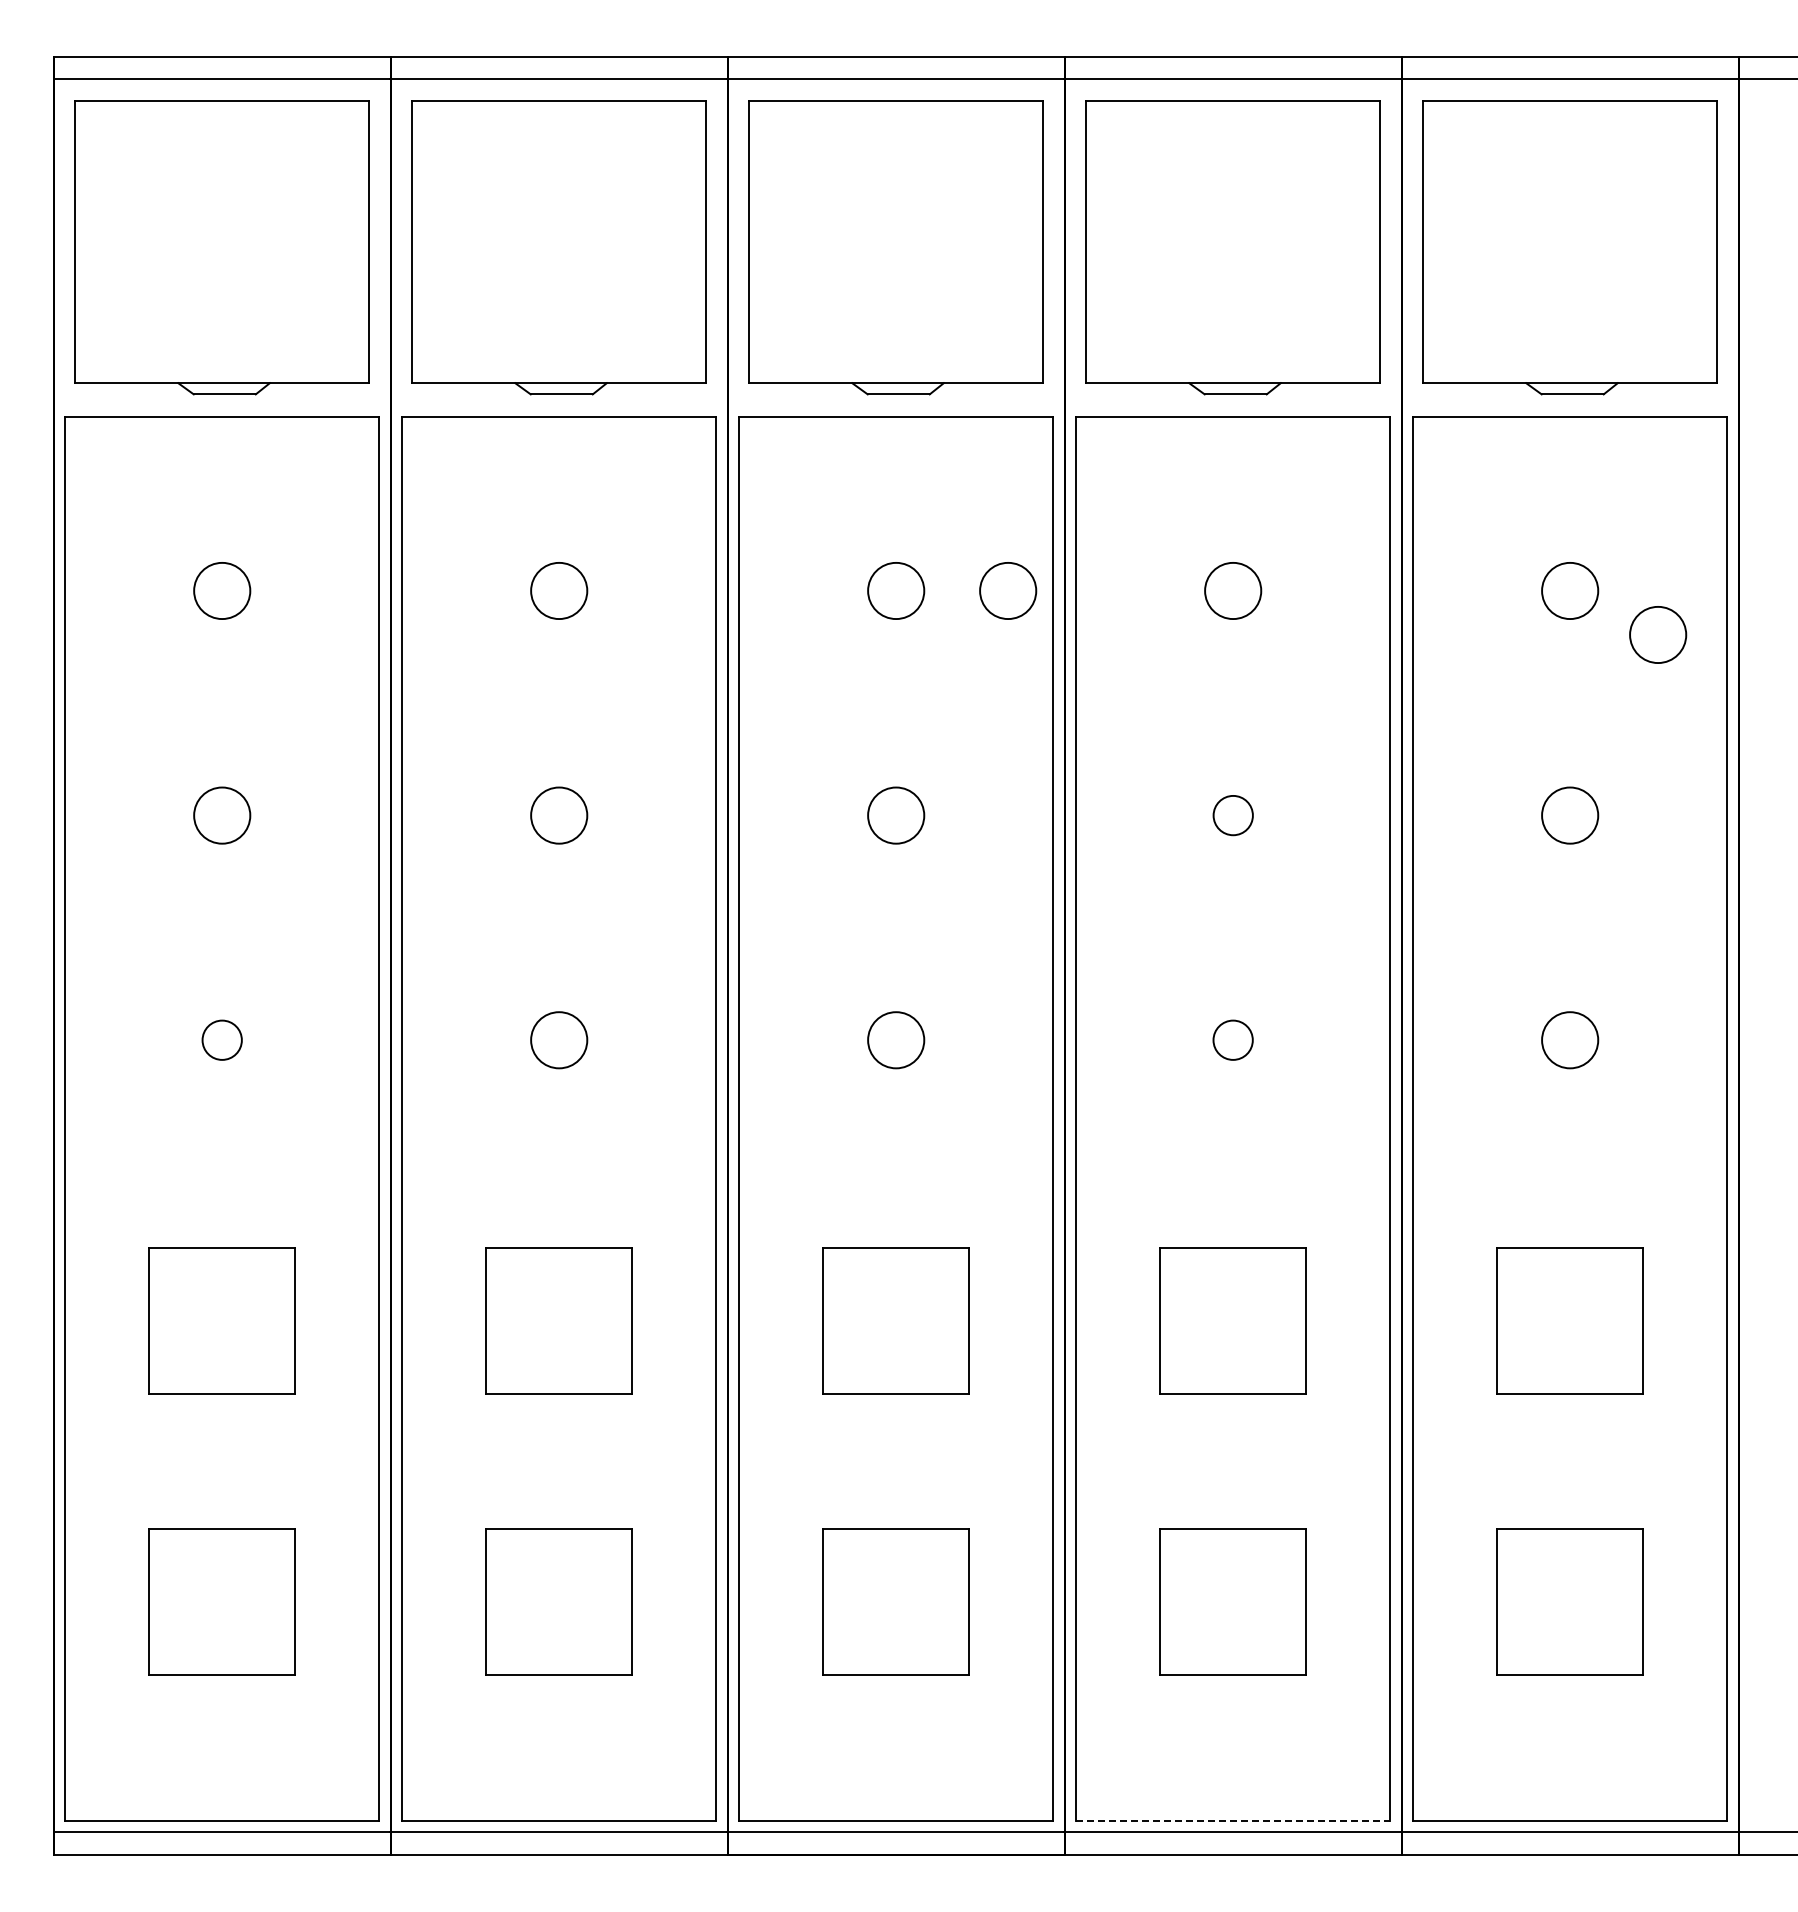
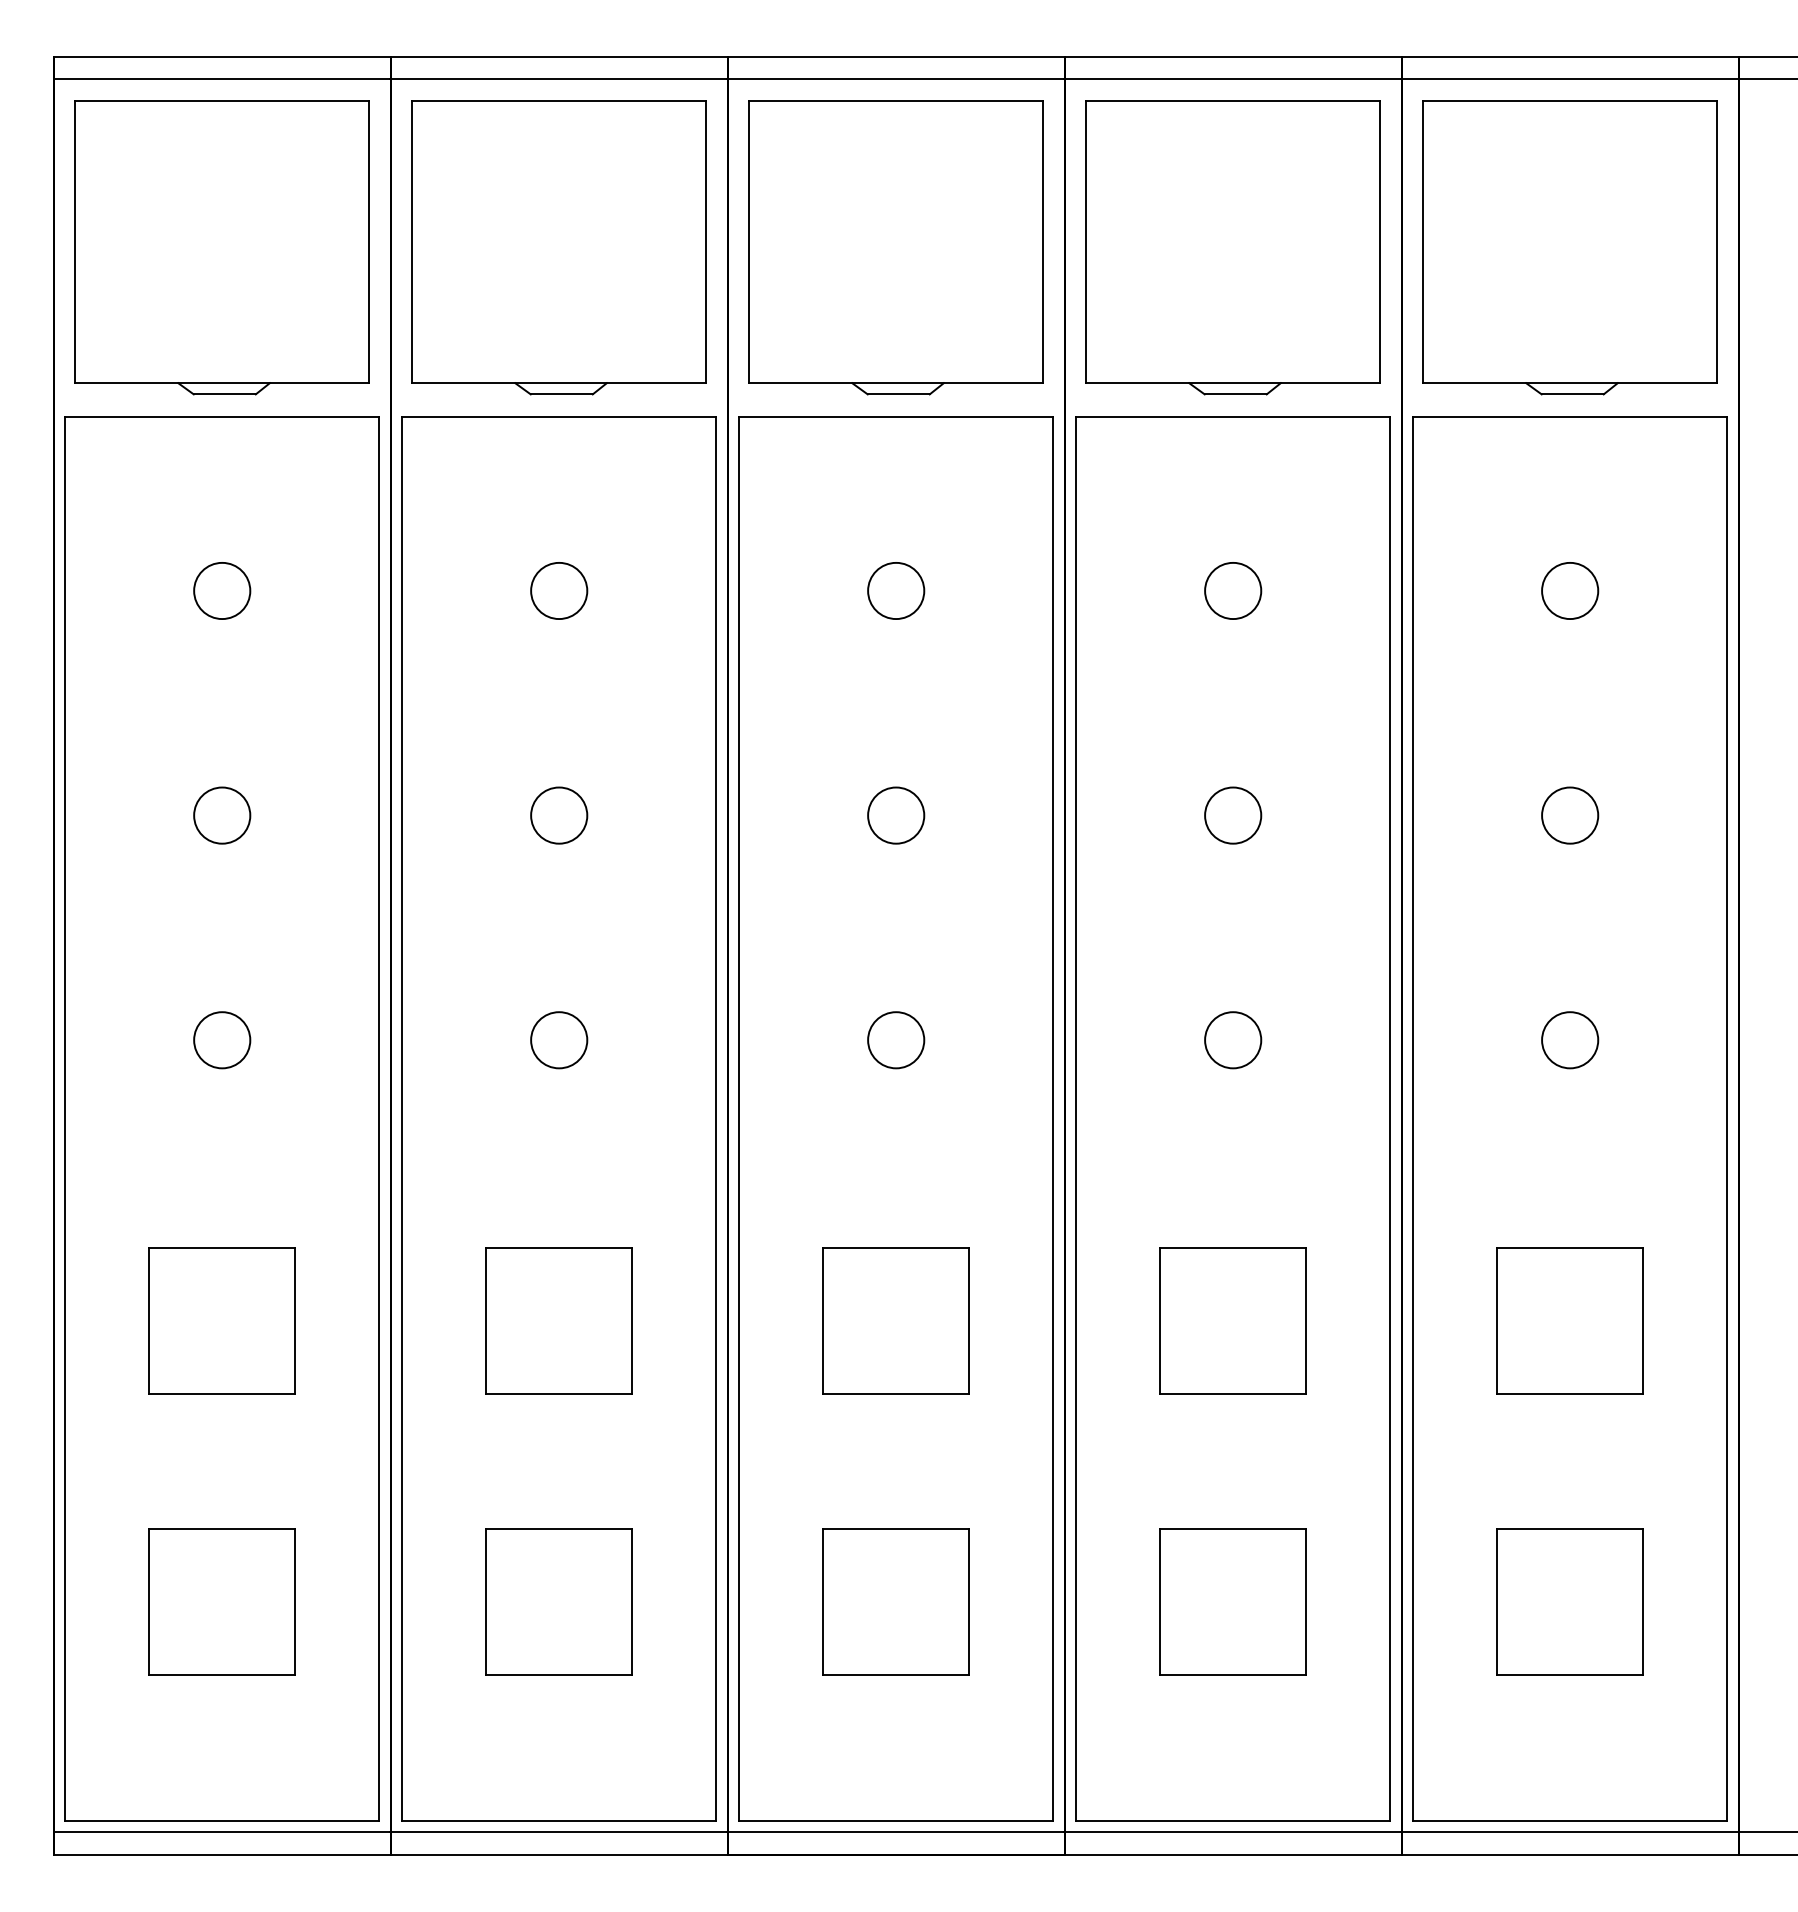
circle at (1008, 590): present -> none
circle at (1658, 634): present -> none
circle at (1232, 815) size: 42x42 px -> 59x59 px
circle at (221, 1039) diameter: 39 px -> 56 px
circle at (1232, 1039) diameter: 39 px -> 56 px
line at (1233, 1820): dashed -> solid
